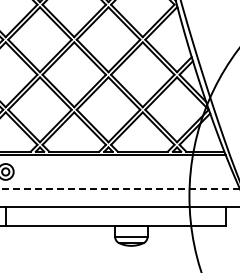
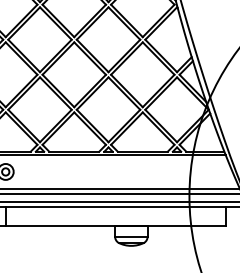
line at (120, 188): dashed -> solid
line at (119, 193): none -> present
line at (119, 202): none -> present
